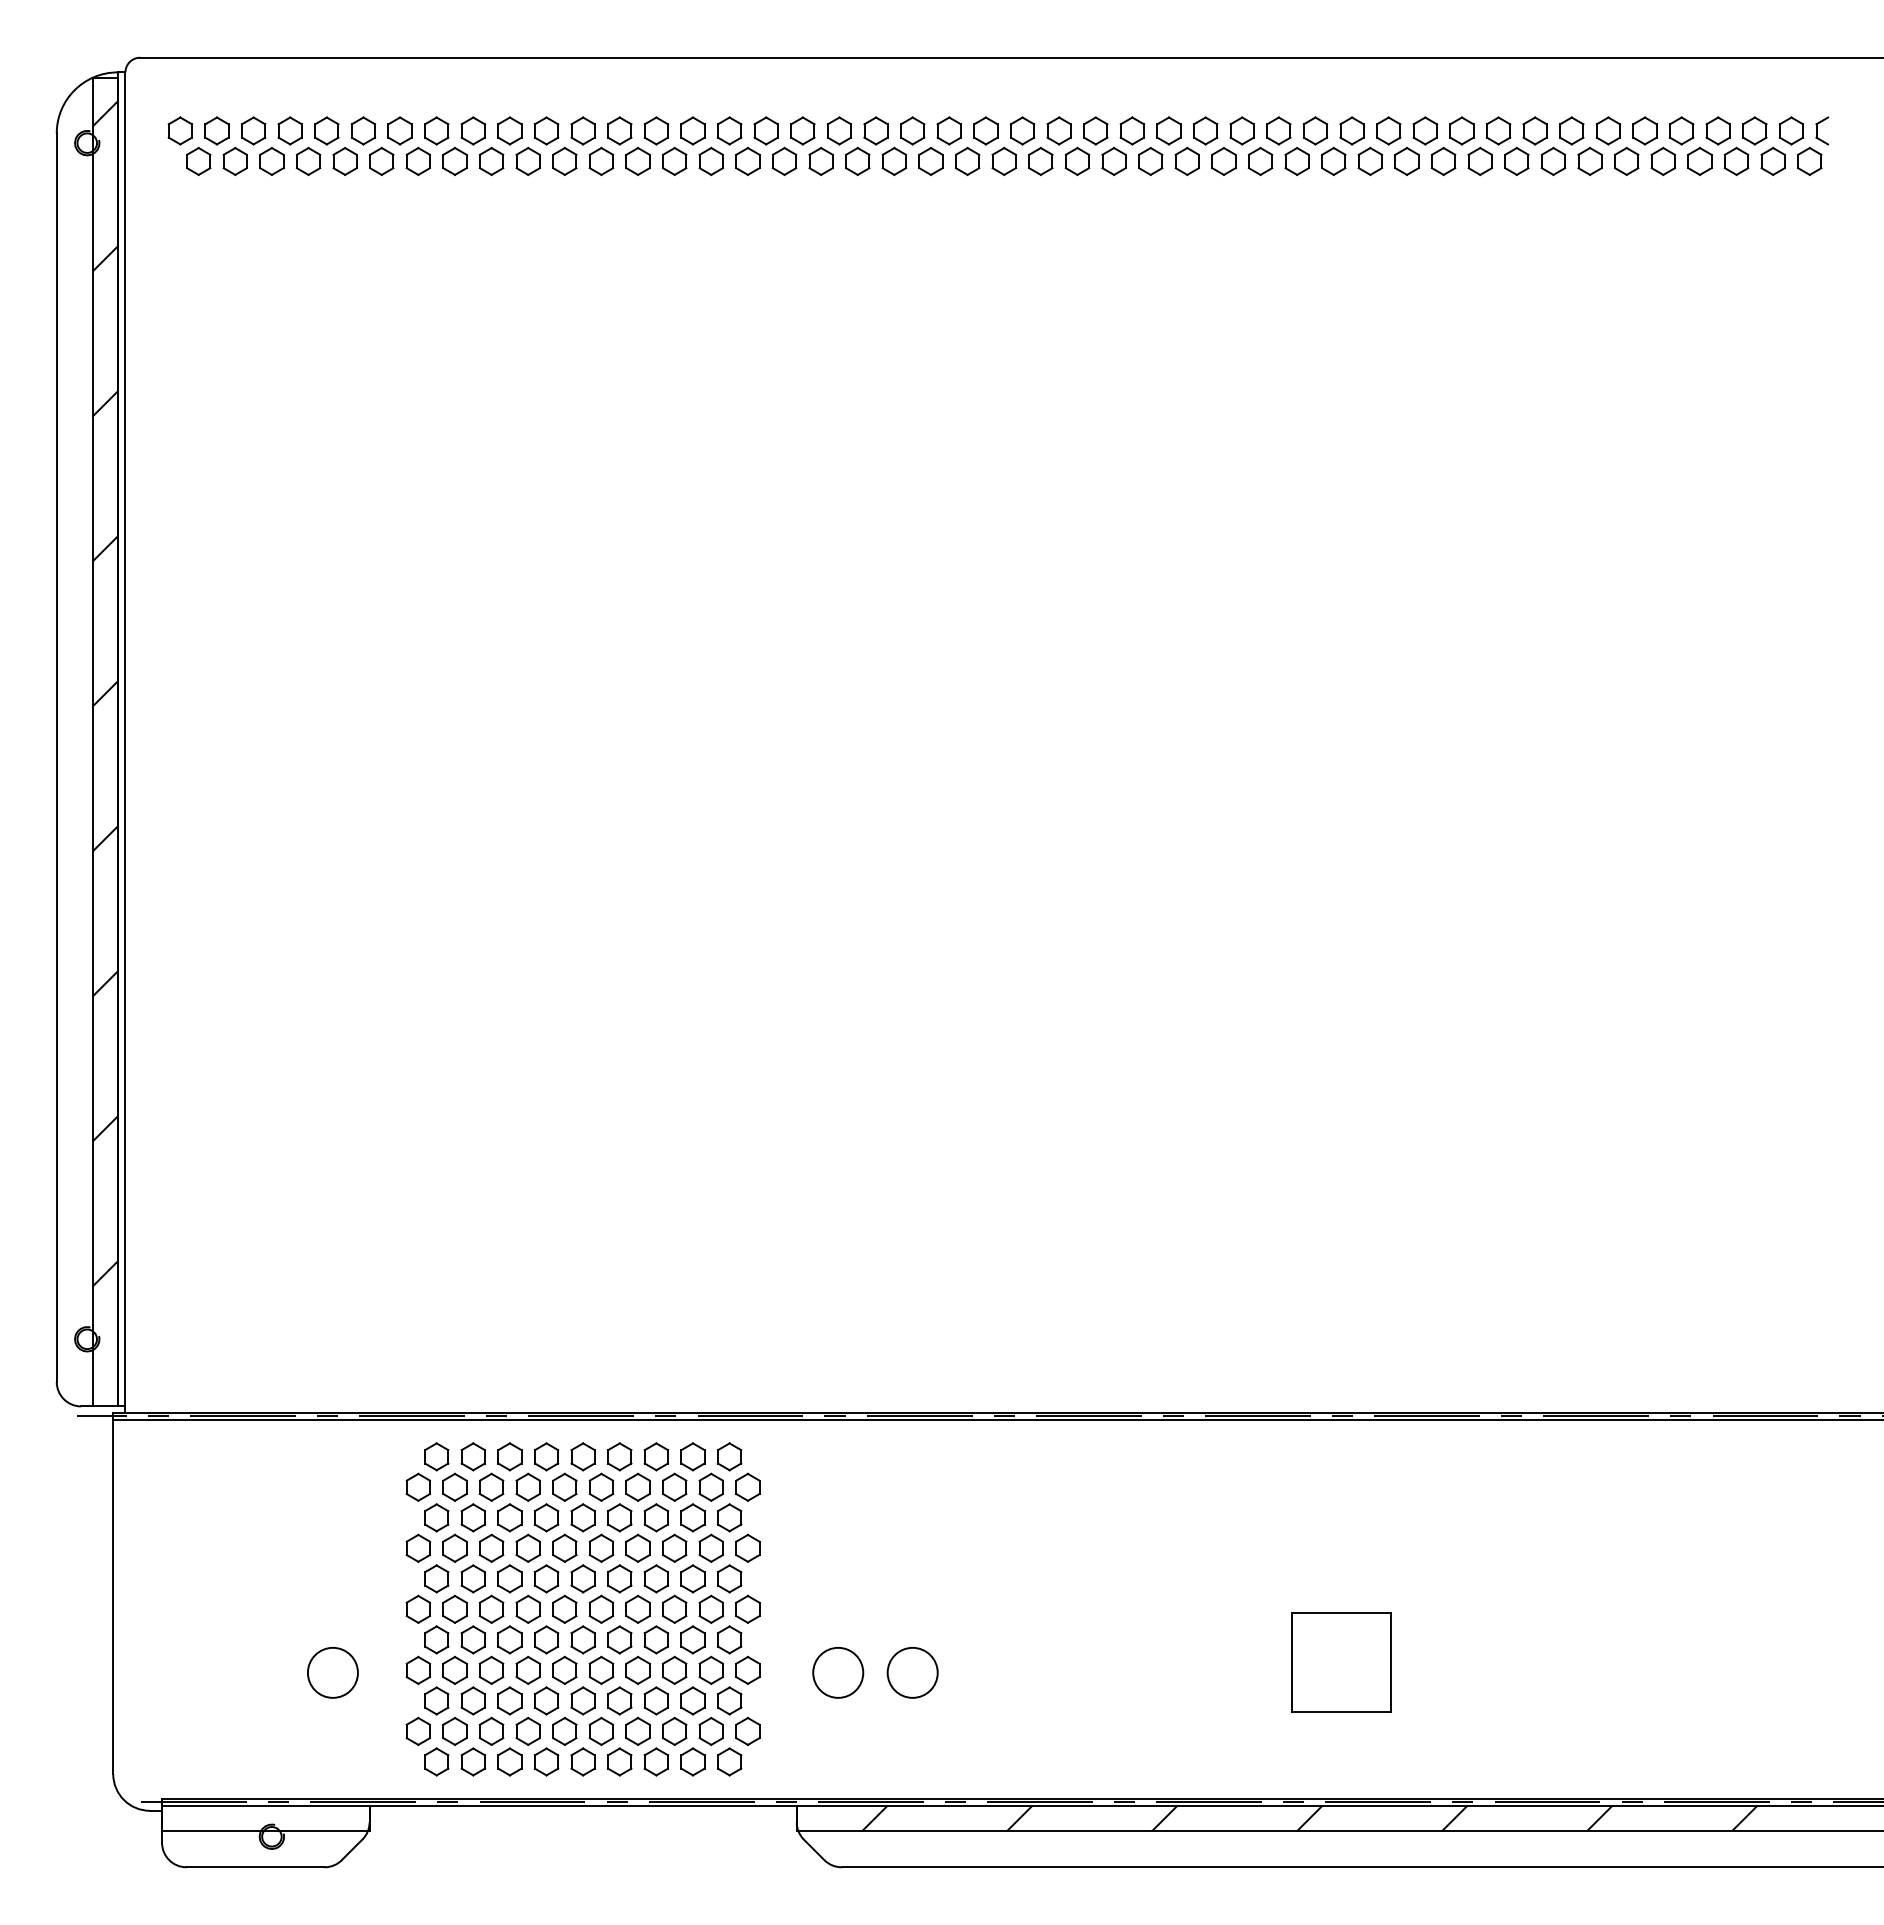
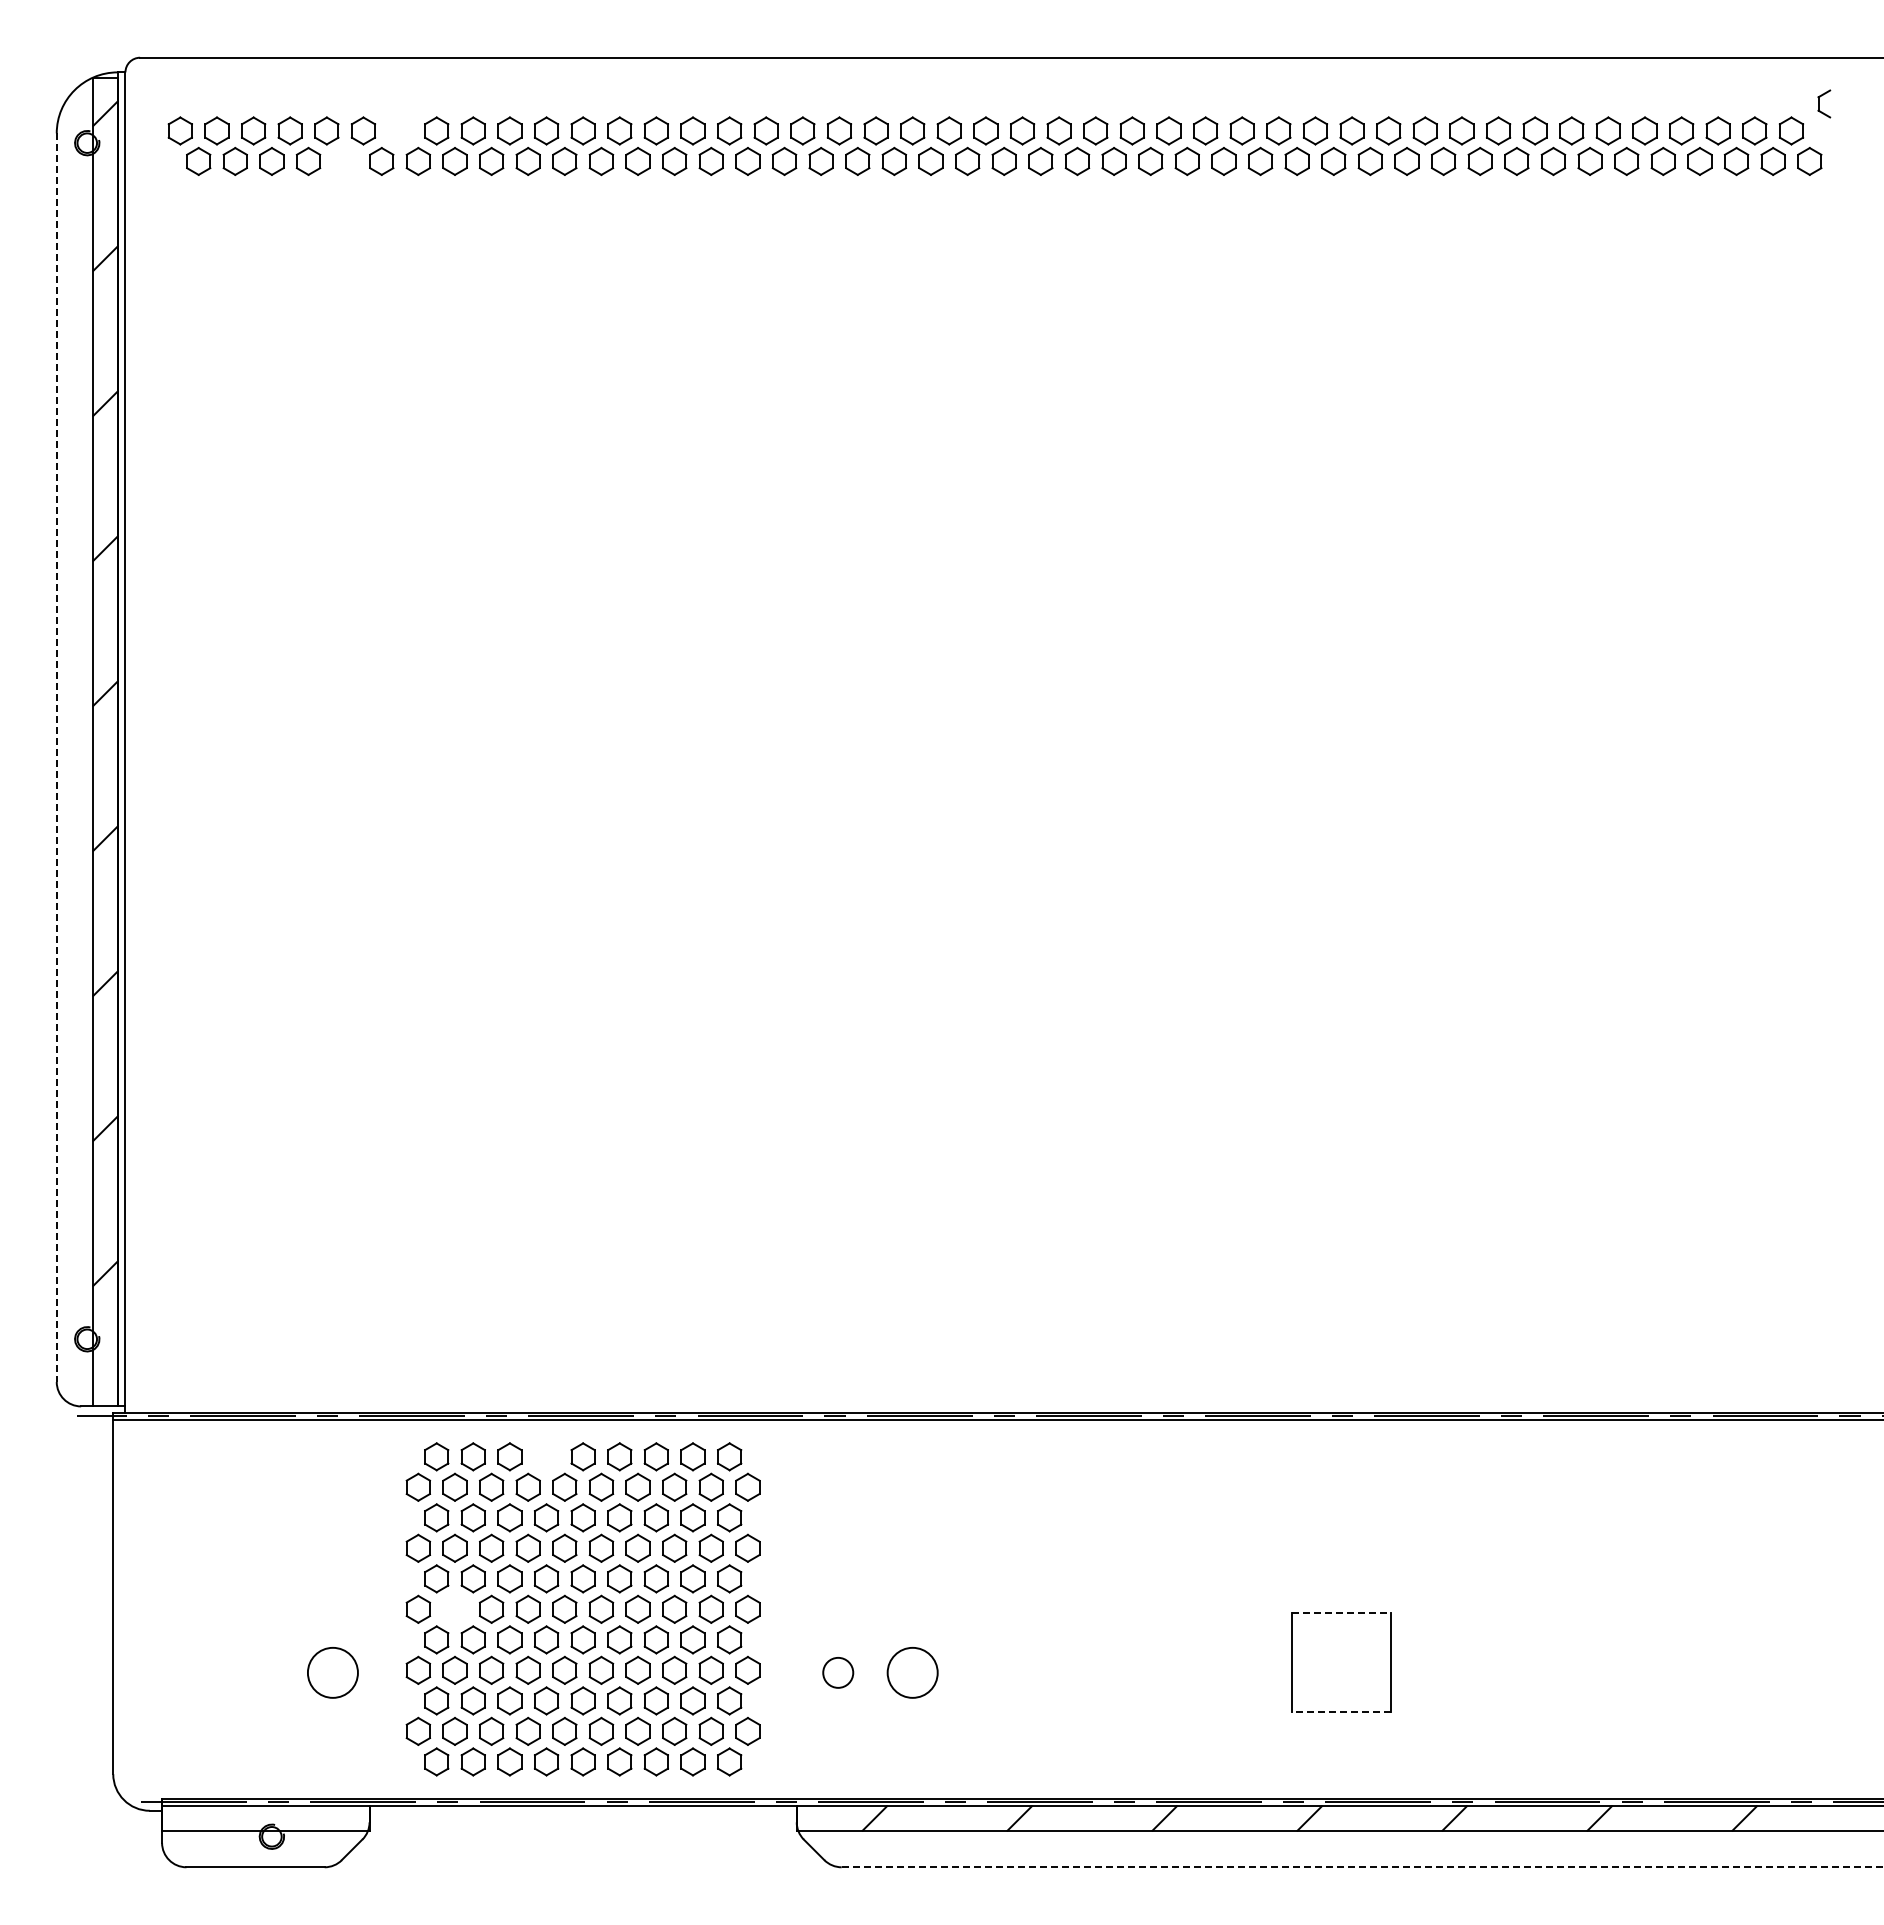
part at (399, 130): present -> none
part at (1822, 130) position: (1822, 130) -> (1824, 103)
part at (344, 161): present -> none
line at (56, 758): solid -> dashed
part at (546, 1456): present -> none
part at (454, 1608): present -> none
line at (1341, 1612): solid -> dashed
circle at (838, 1672) diameter: 50 px -> 30 px
line at (1340, 1711): solid -> dashed
line at (1362, 1867): solid -> dashed
